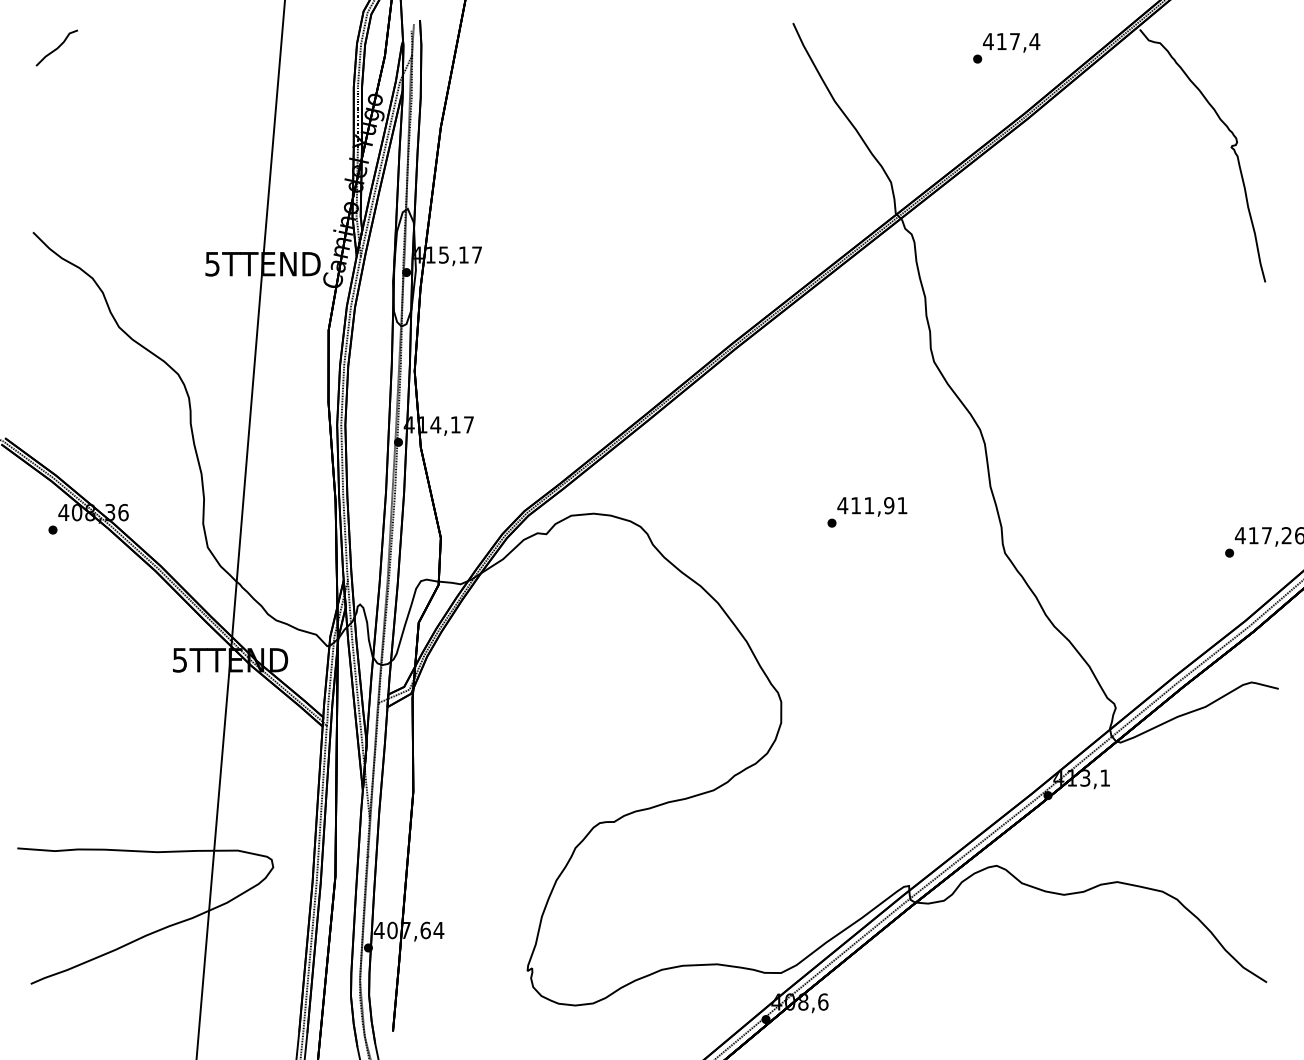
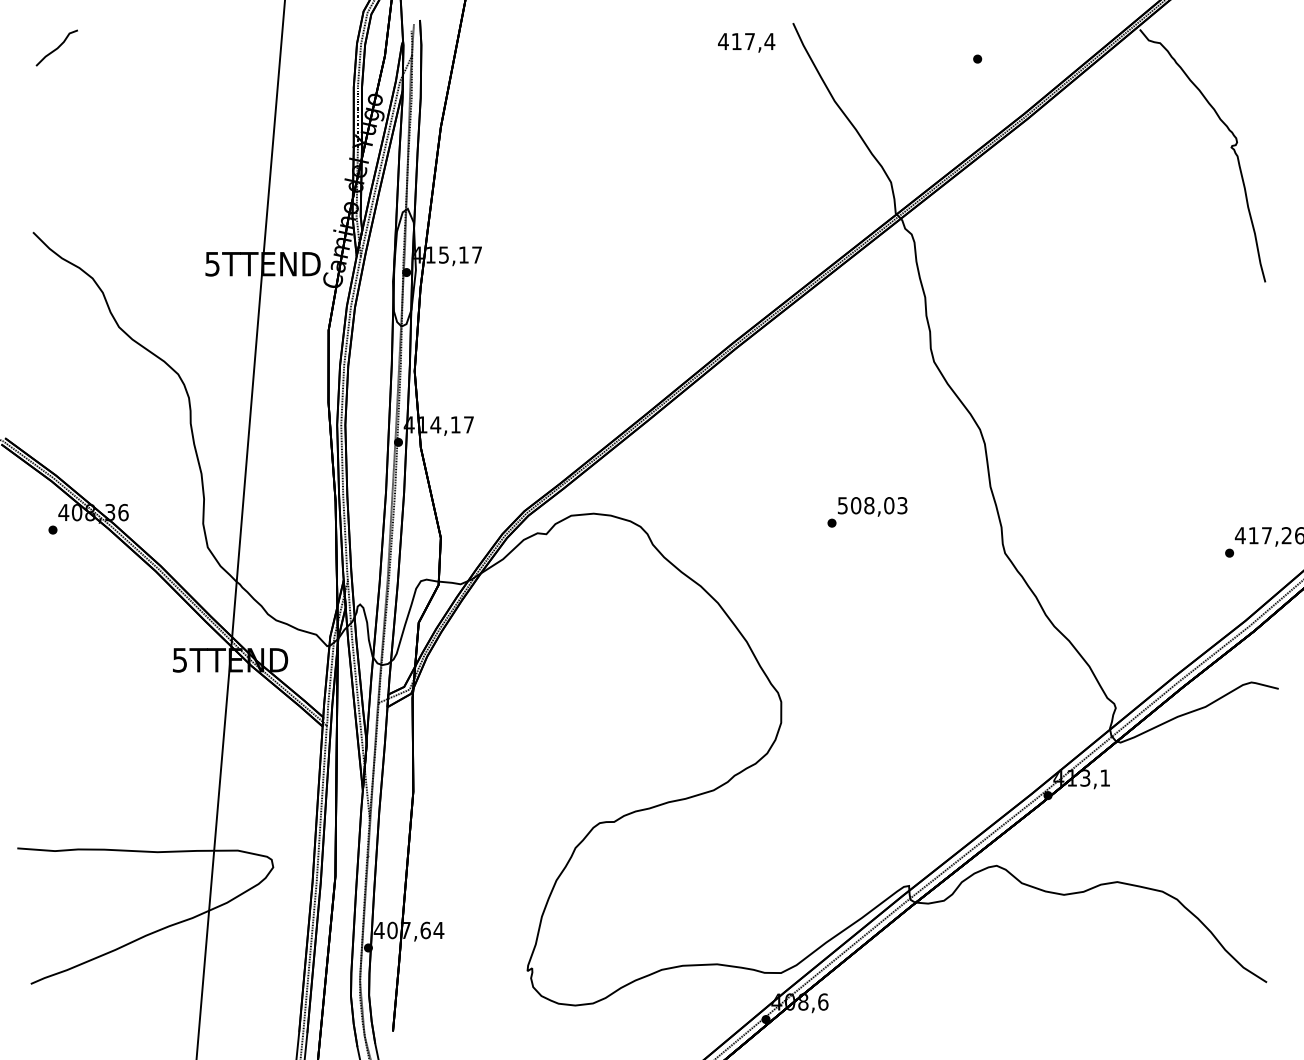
text at (1011, 42) position: (1011, 42) -> (746, 42)
text at (872, 505): 411,91 -> 508,03
